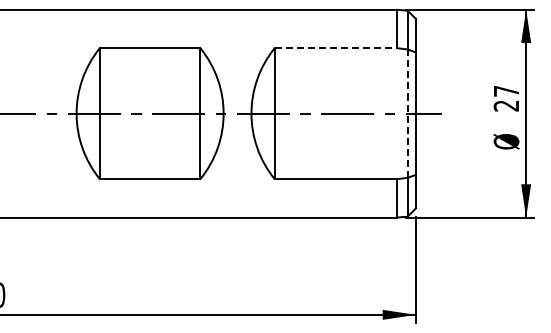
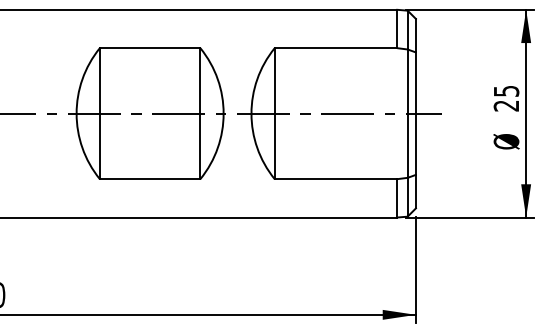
line at (336, 48): dashed -> solid
text at (506, 91): 27 -> 25
line at (407, 114): dashed -> solid
